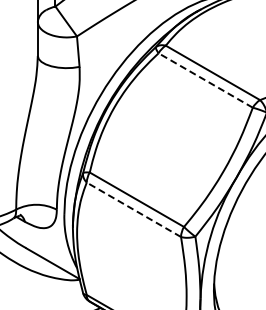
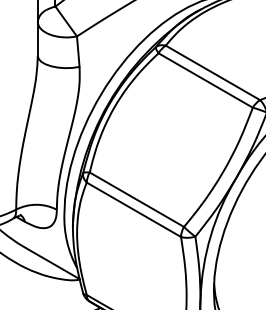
line at (205, 80): dashed -> solid
line at (133, 209): dashed -> solid
